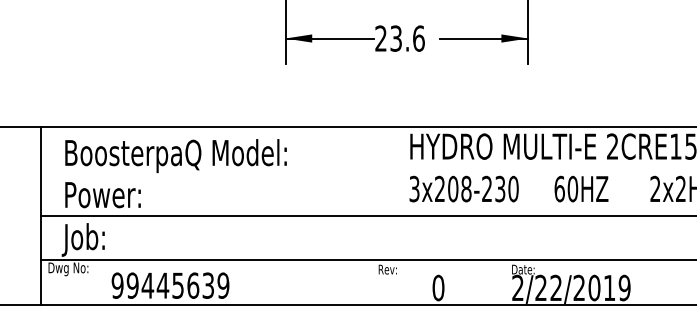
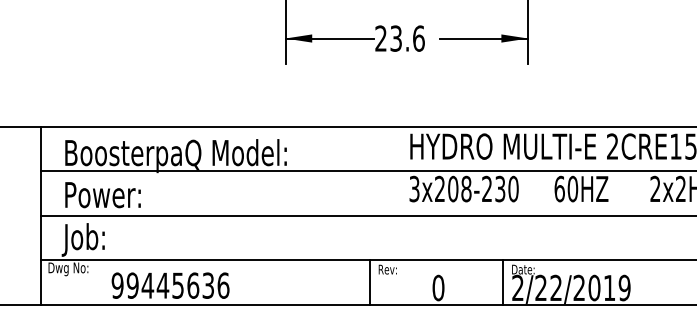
line at (367, 171): none -> present
line at (370, 282): none -> present
line at (503, 282): none -> present
text at (223, 285): 99445639 -> 99445636
